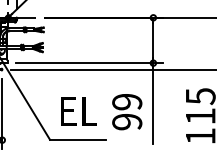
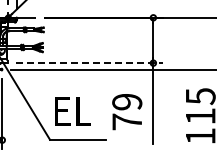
line at (89, 63): solid -> dashed
text at (78, 111) position: (78, 111) -> (72, 111)
text at (127, 121): 99 -> 79
